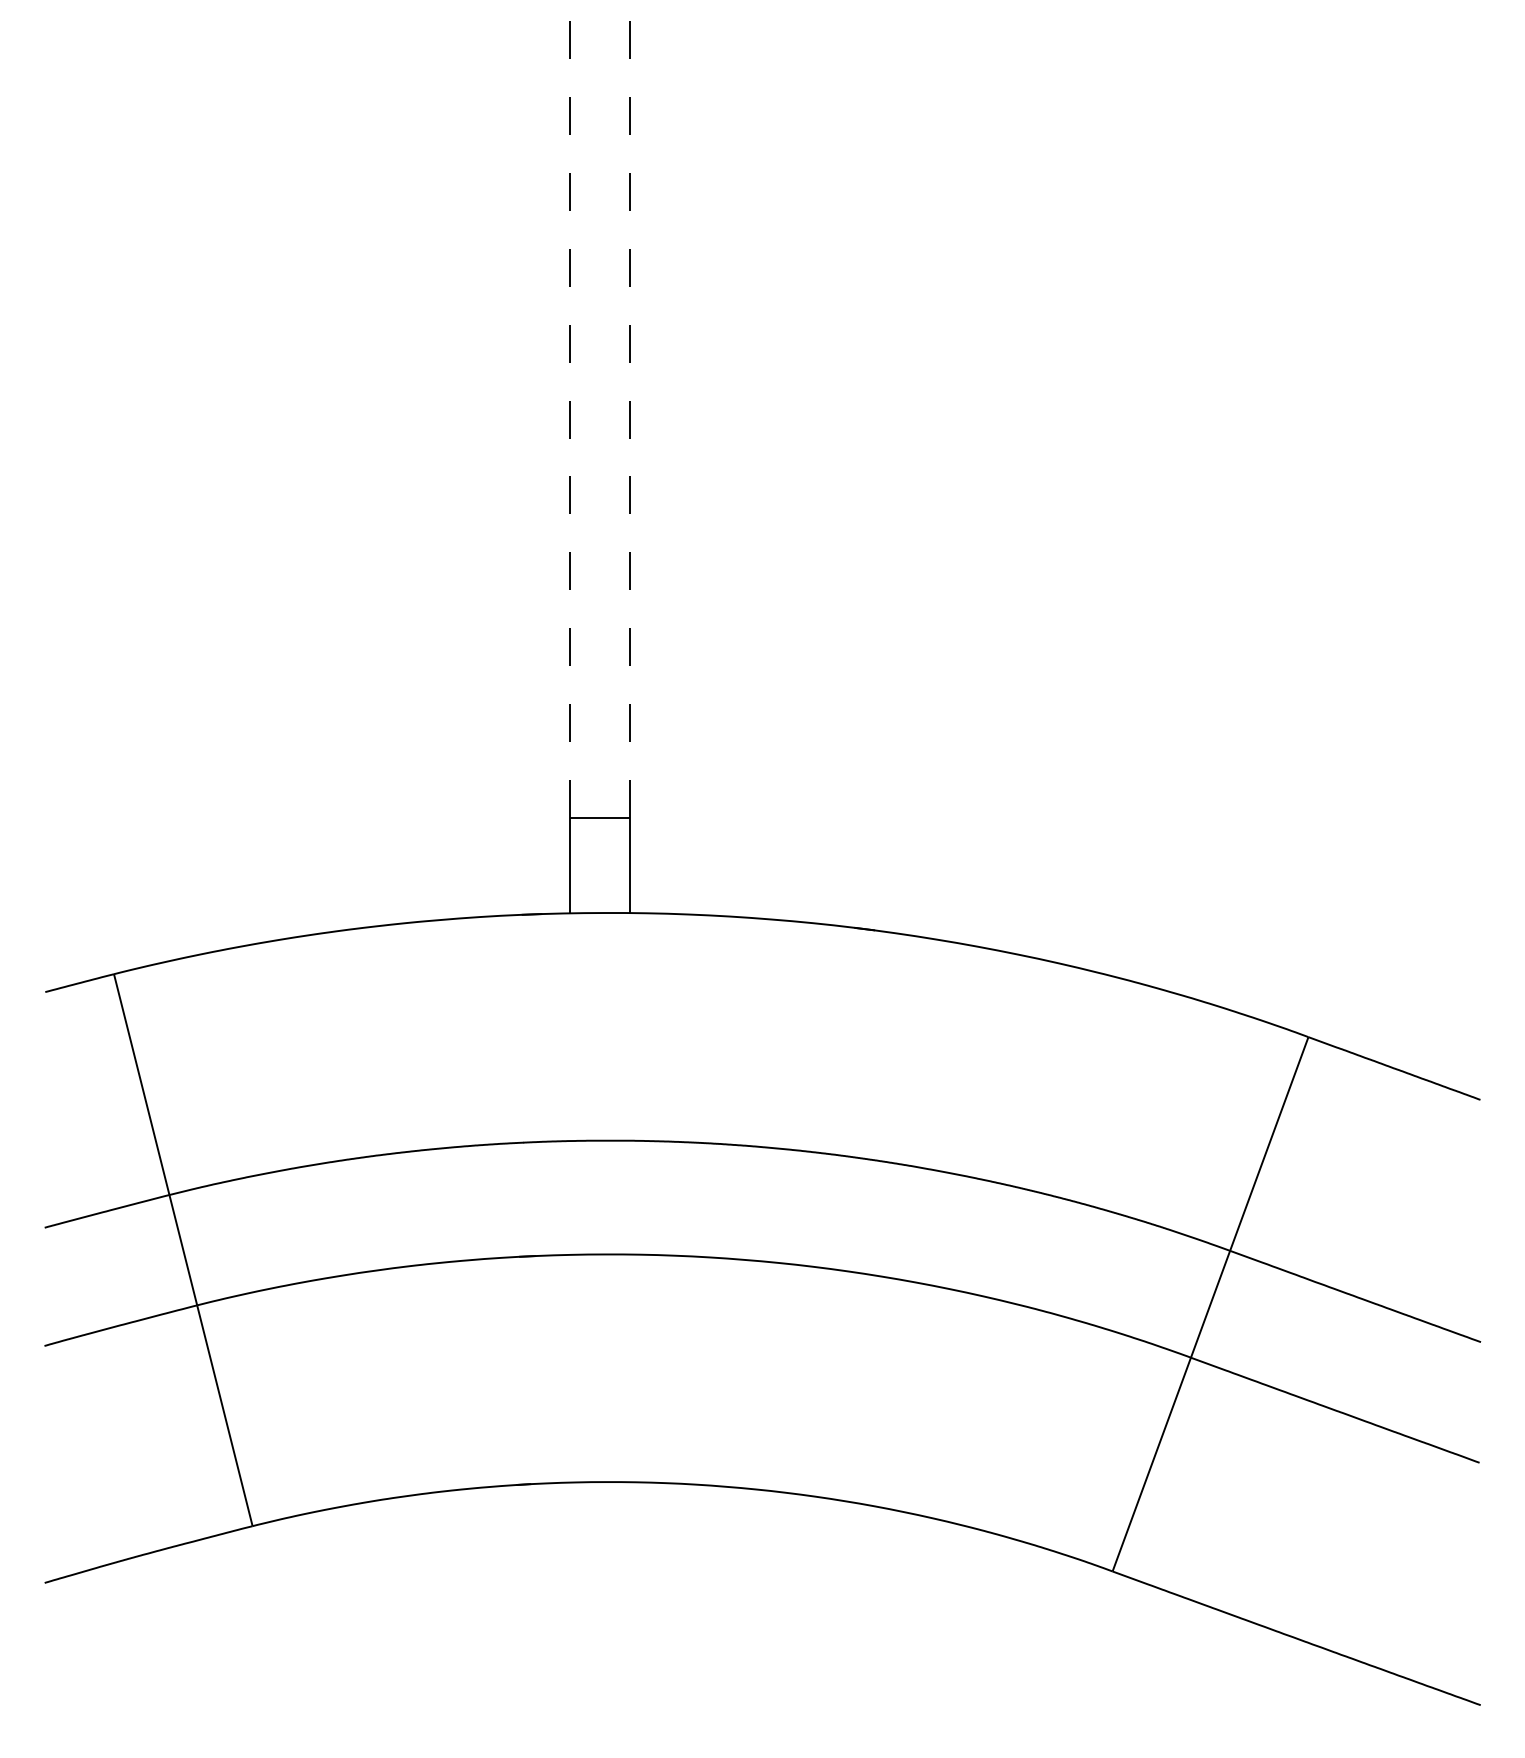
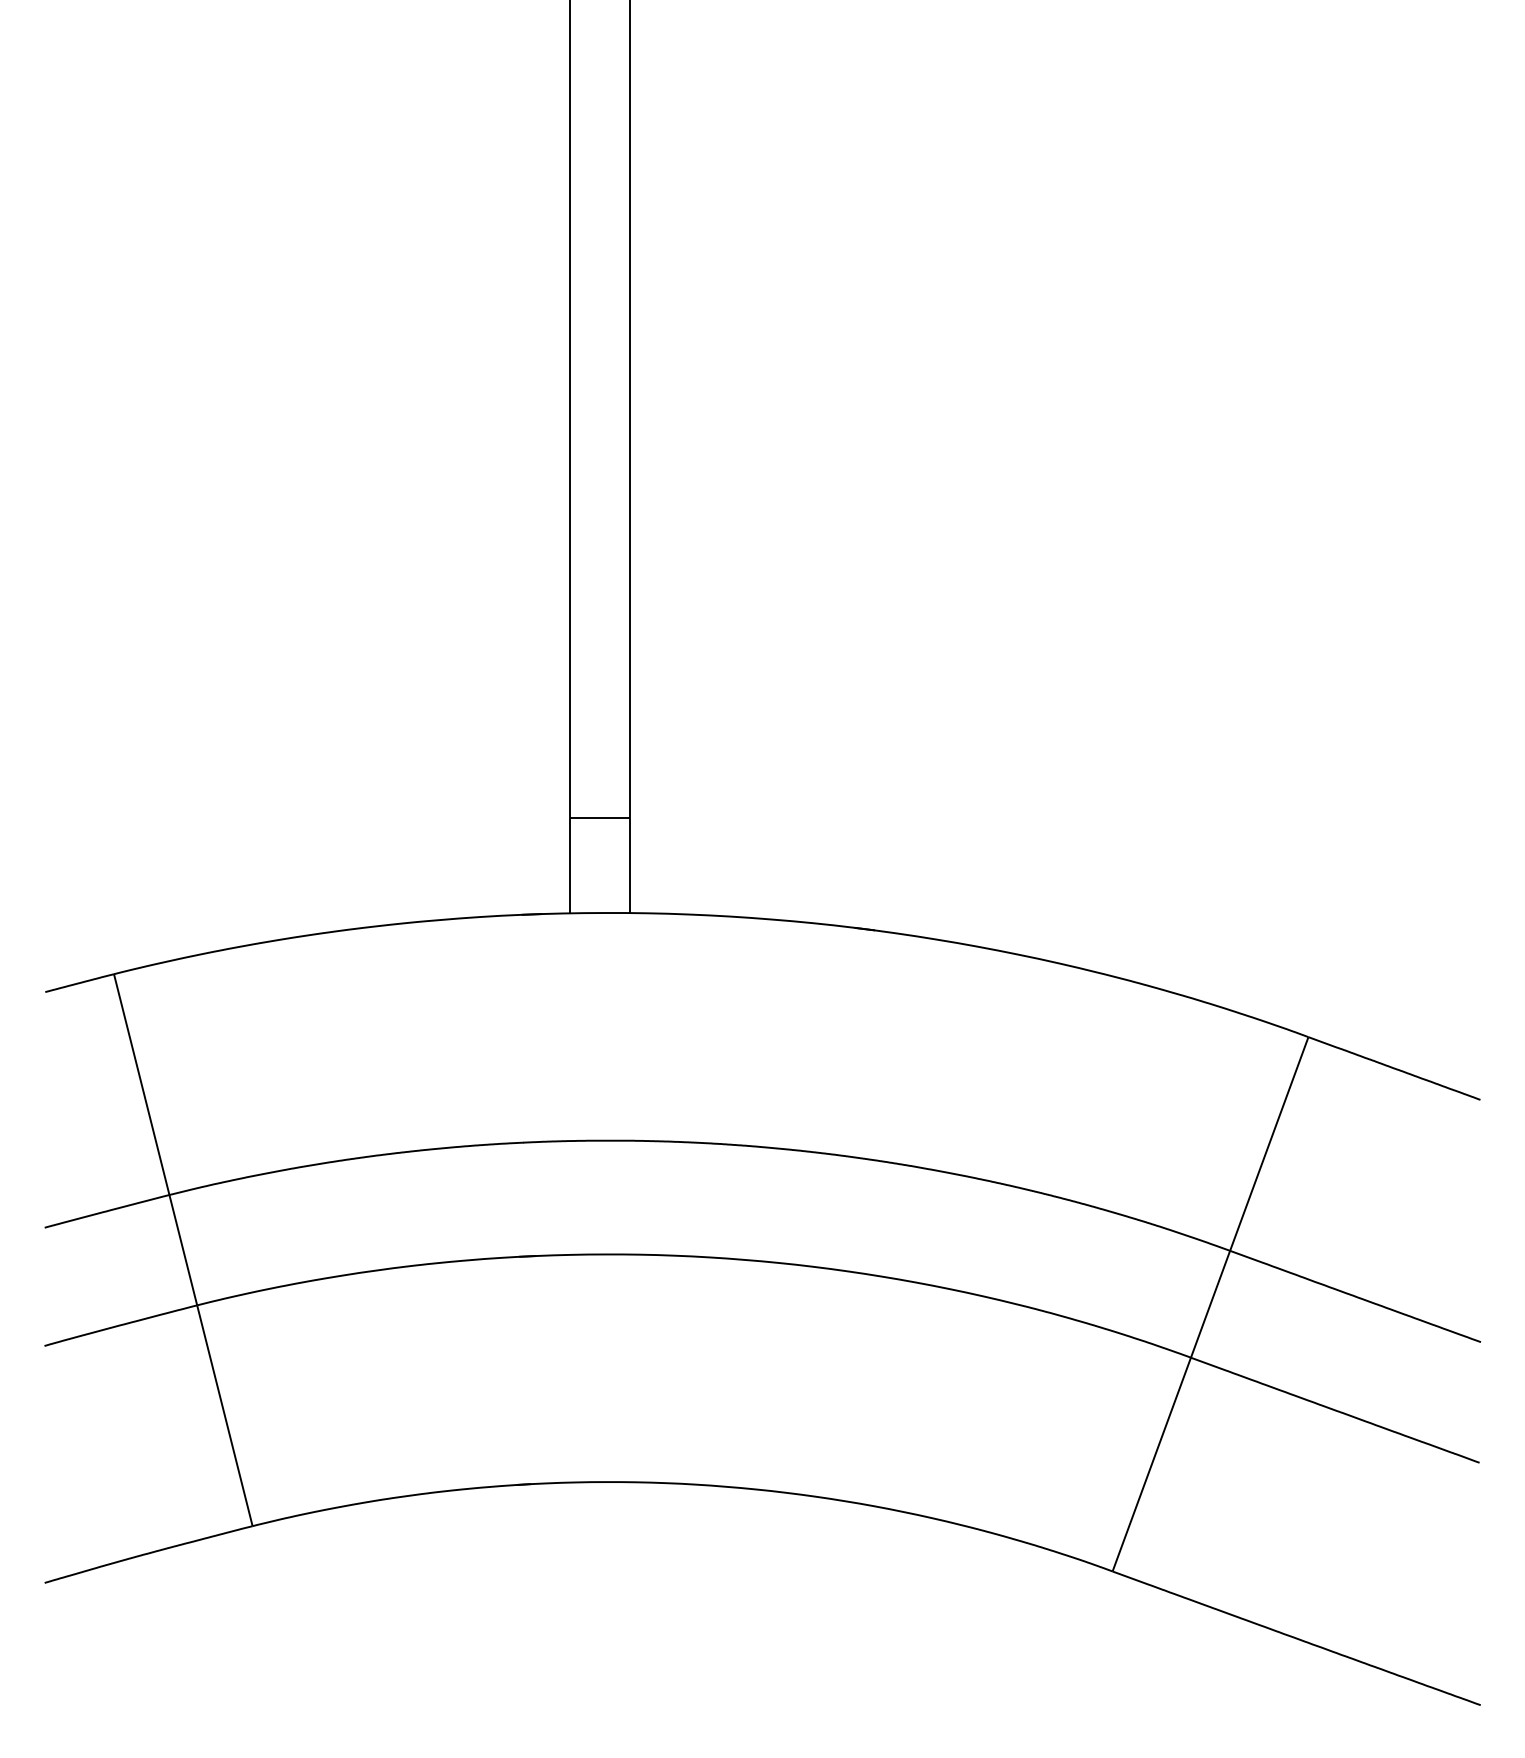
line at (569, 408): dashed -> solid
line at (630, 408): dashed -> solid
